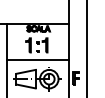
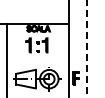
line at (87, 48): solid -> dashed
line at (38, 60): present -> none
